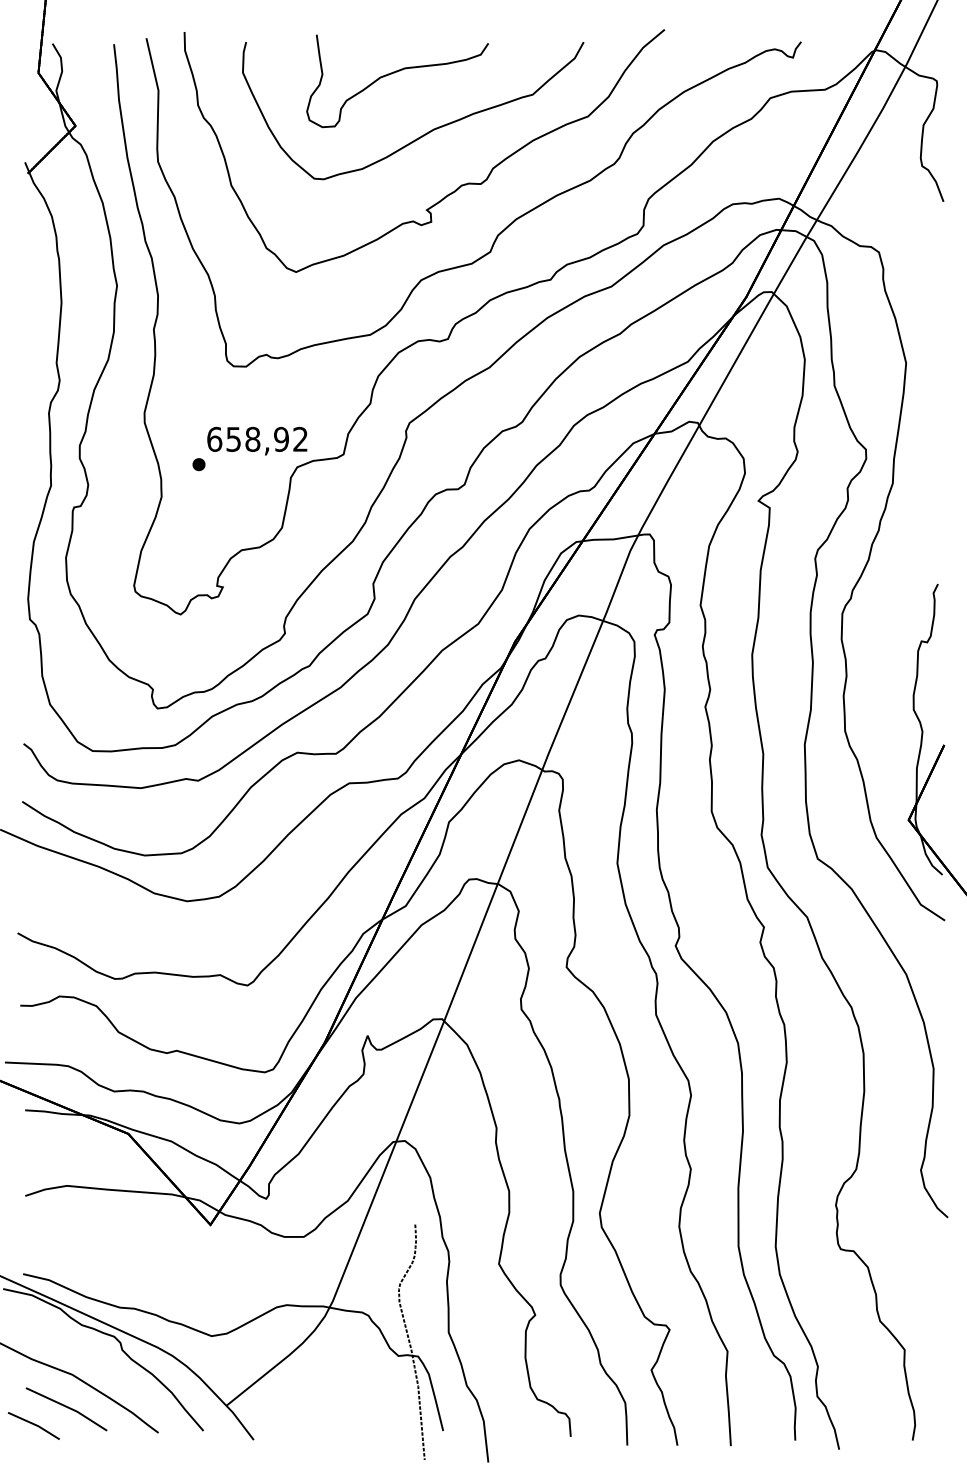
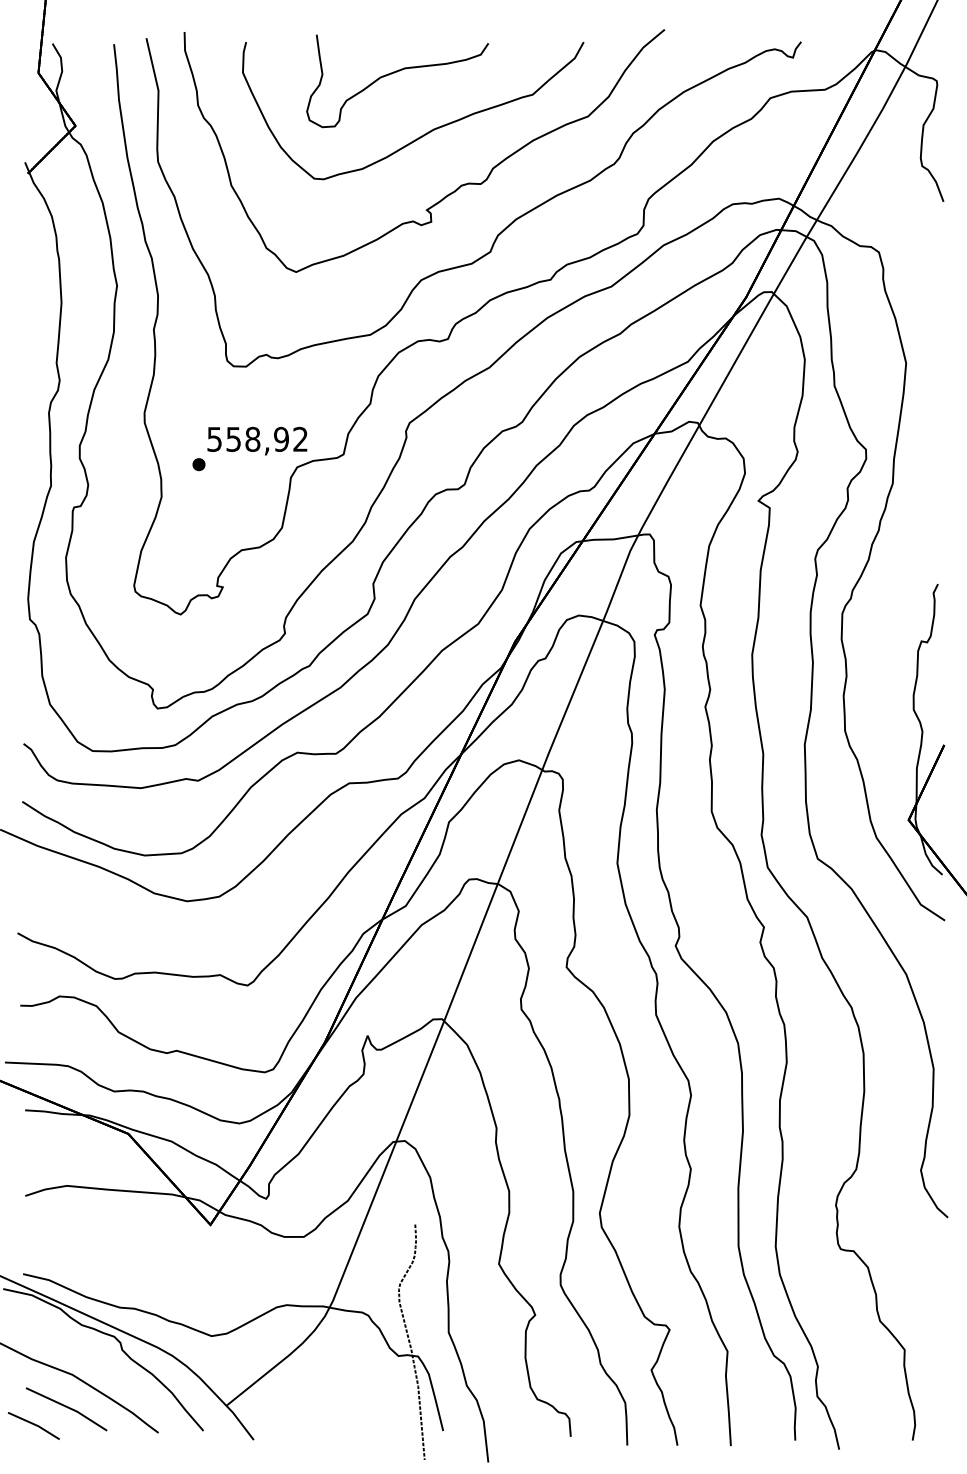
text at (214, 438): 658,92 -> 558,92
